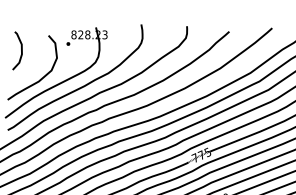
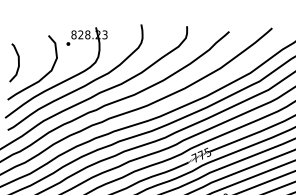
curve at (21, 50) position: (21, 50) -> (18, 62)
